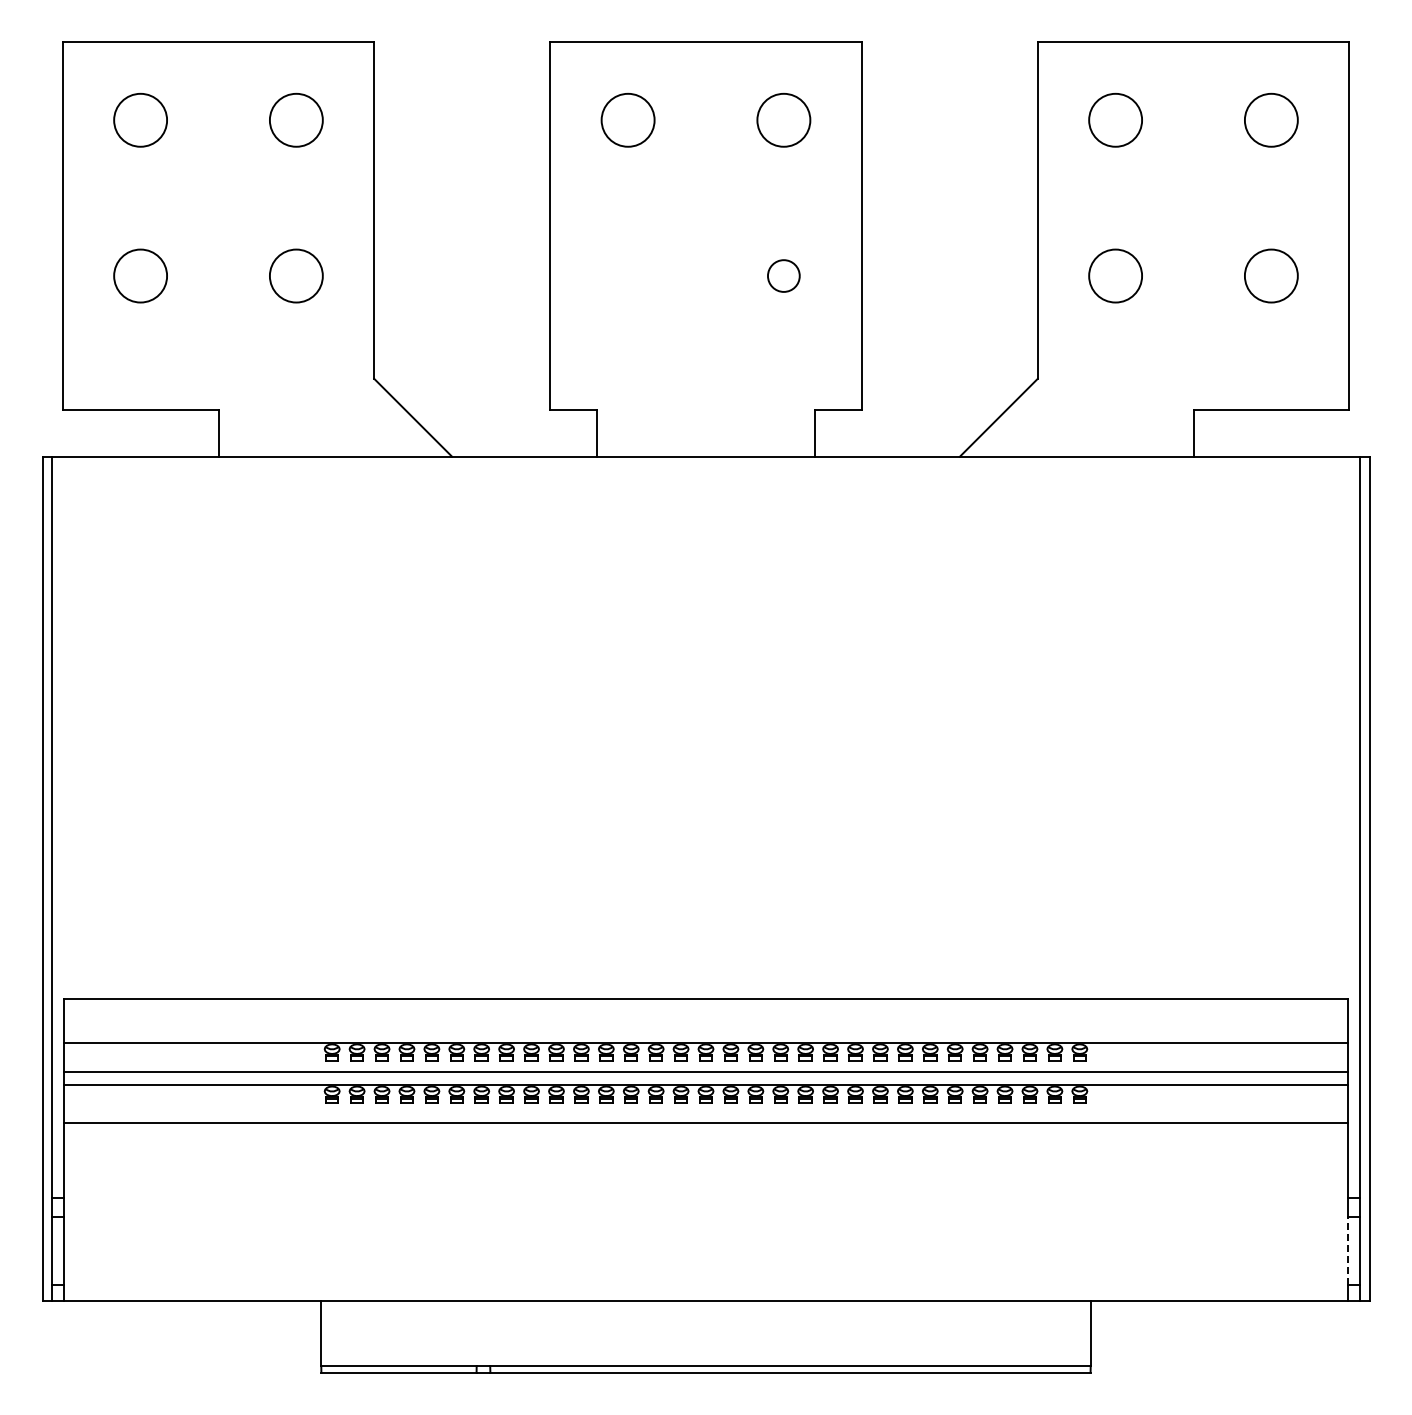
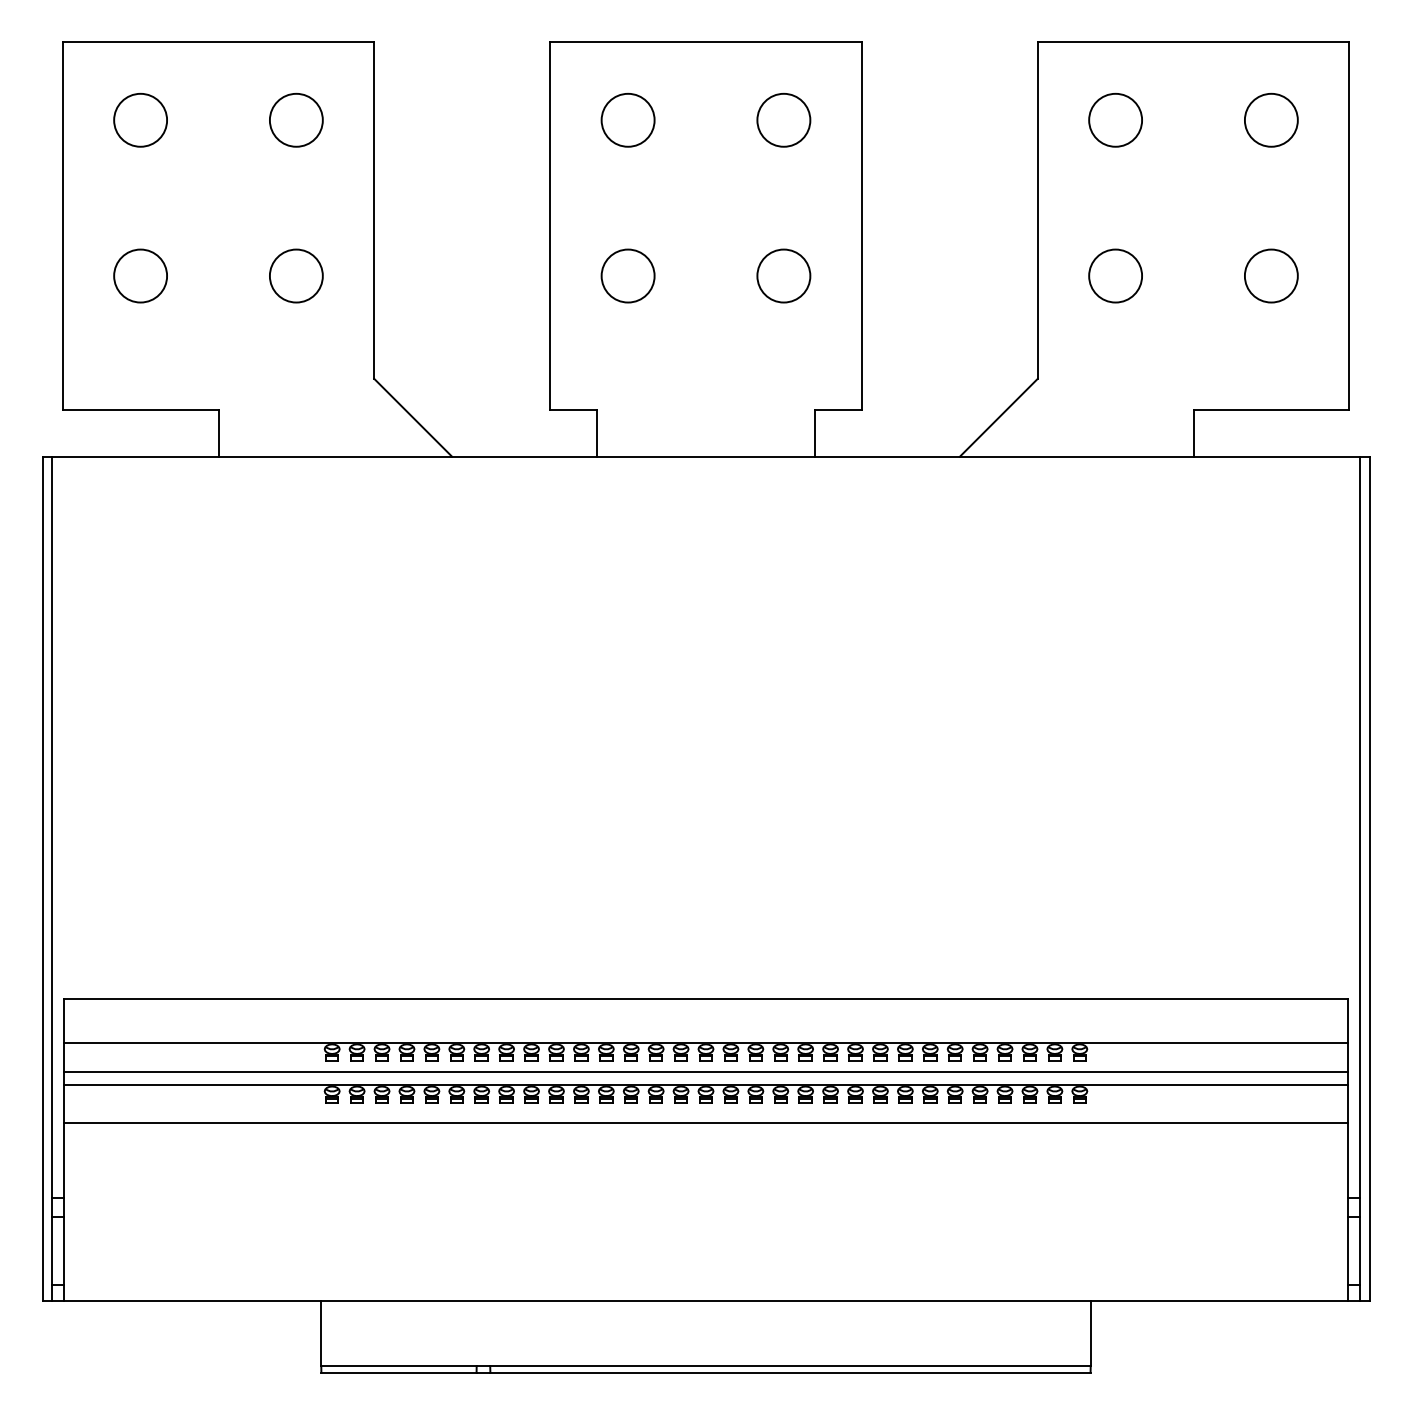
circle at (627, 275): none -> present
circle at (783, 275) diameter: 32 px -> 53 px
line at (1347, 1250): dashed -> solid
